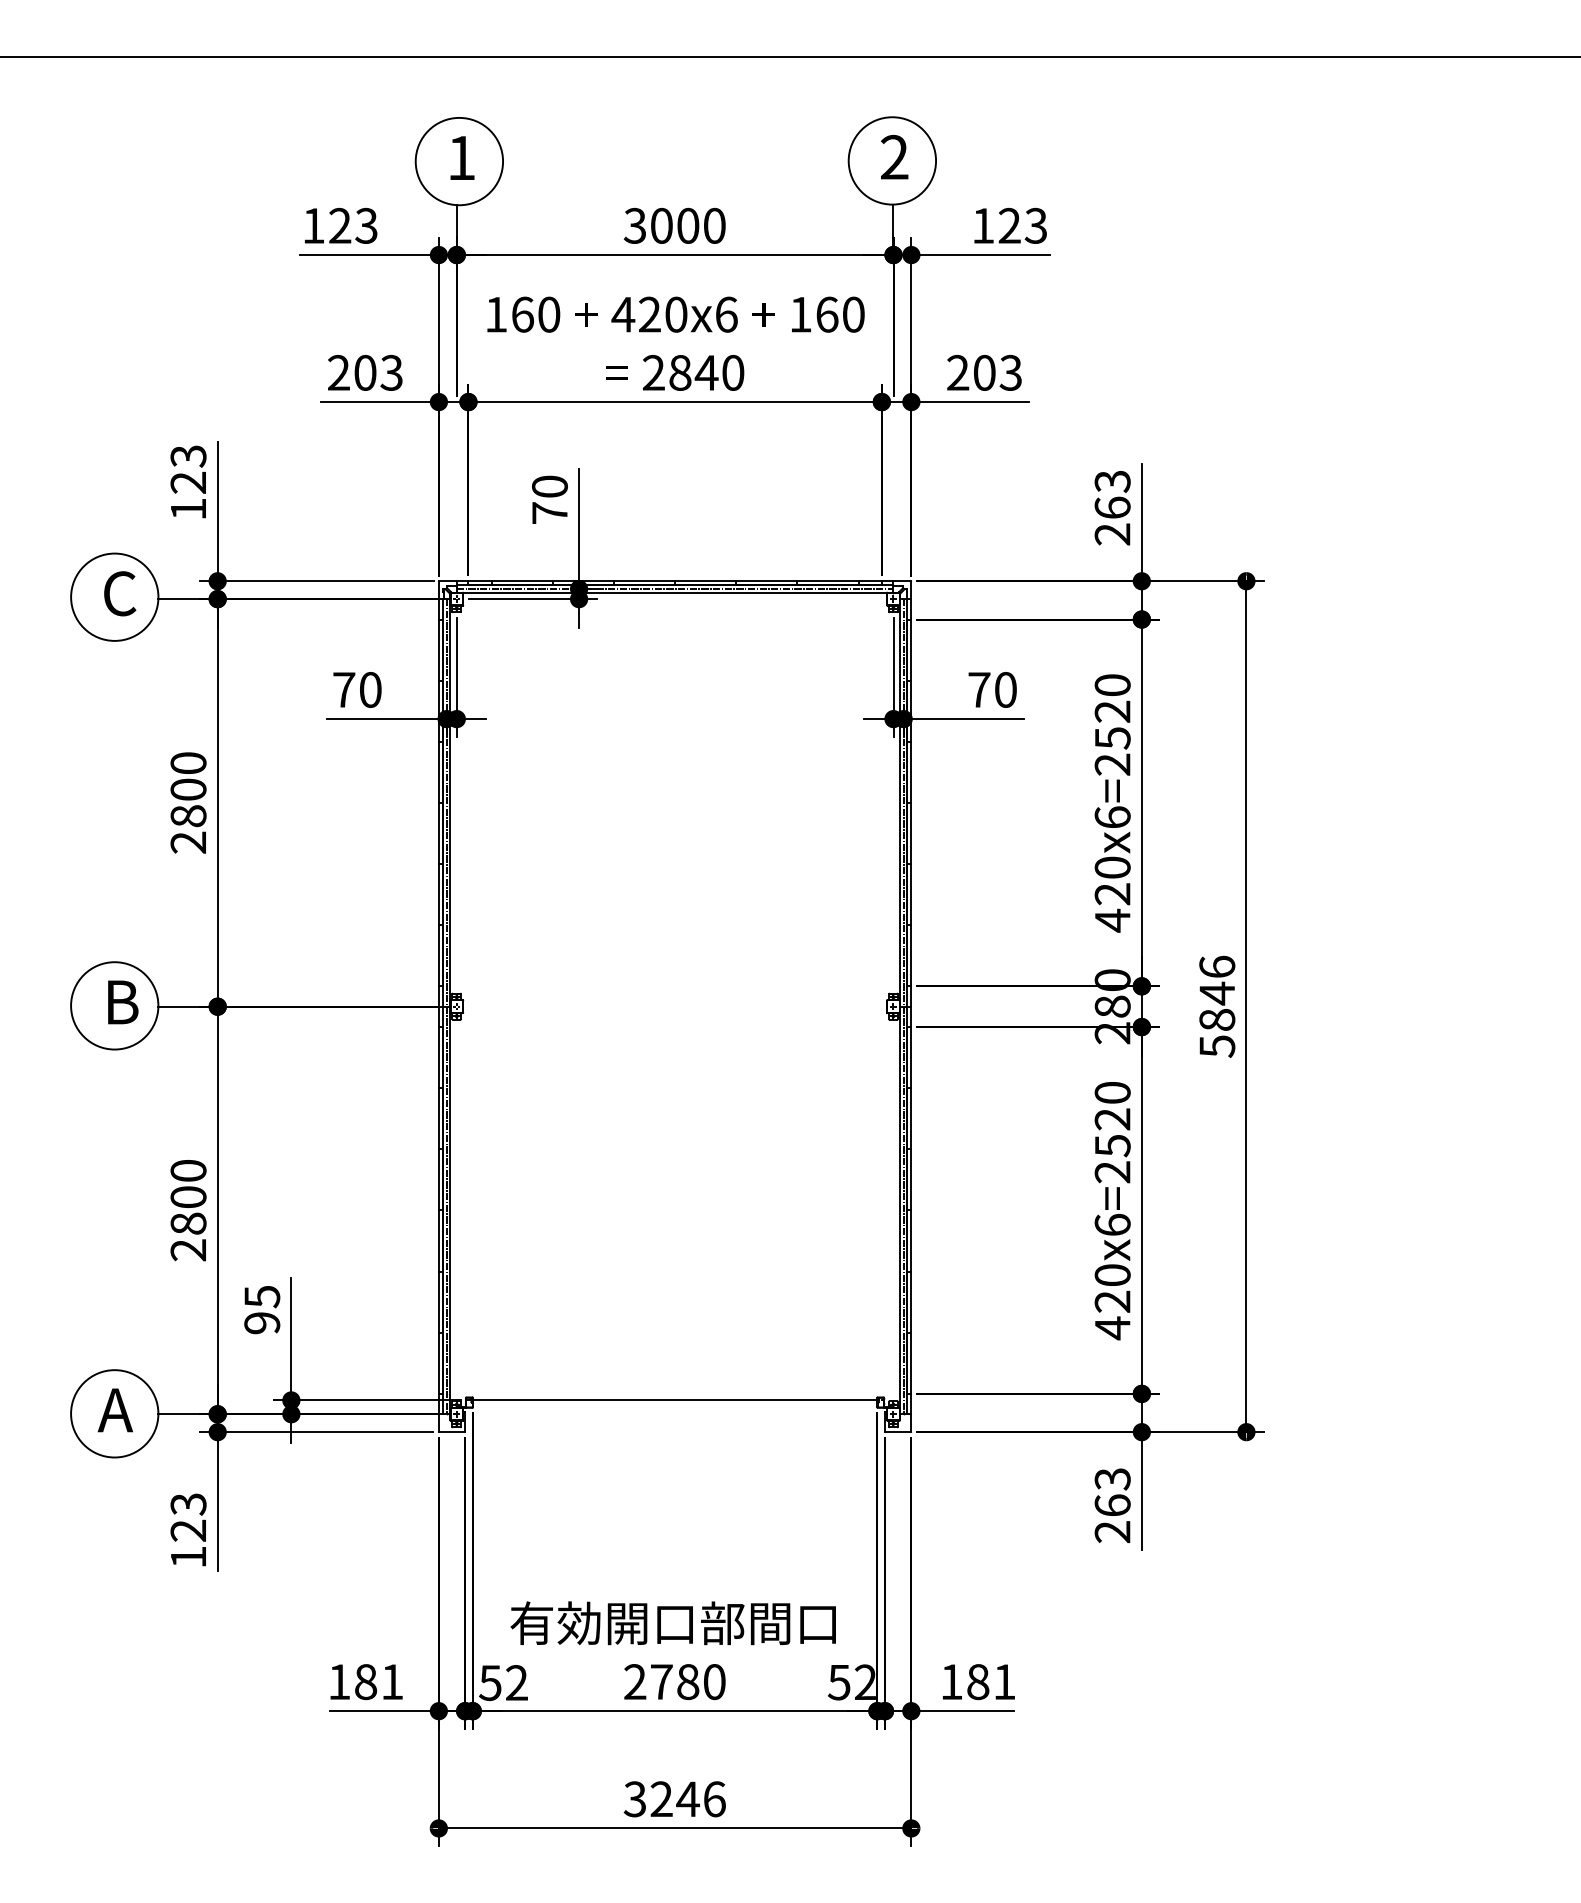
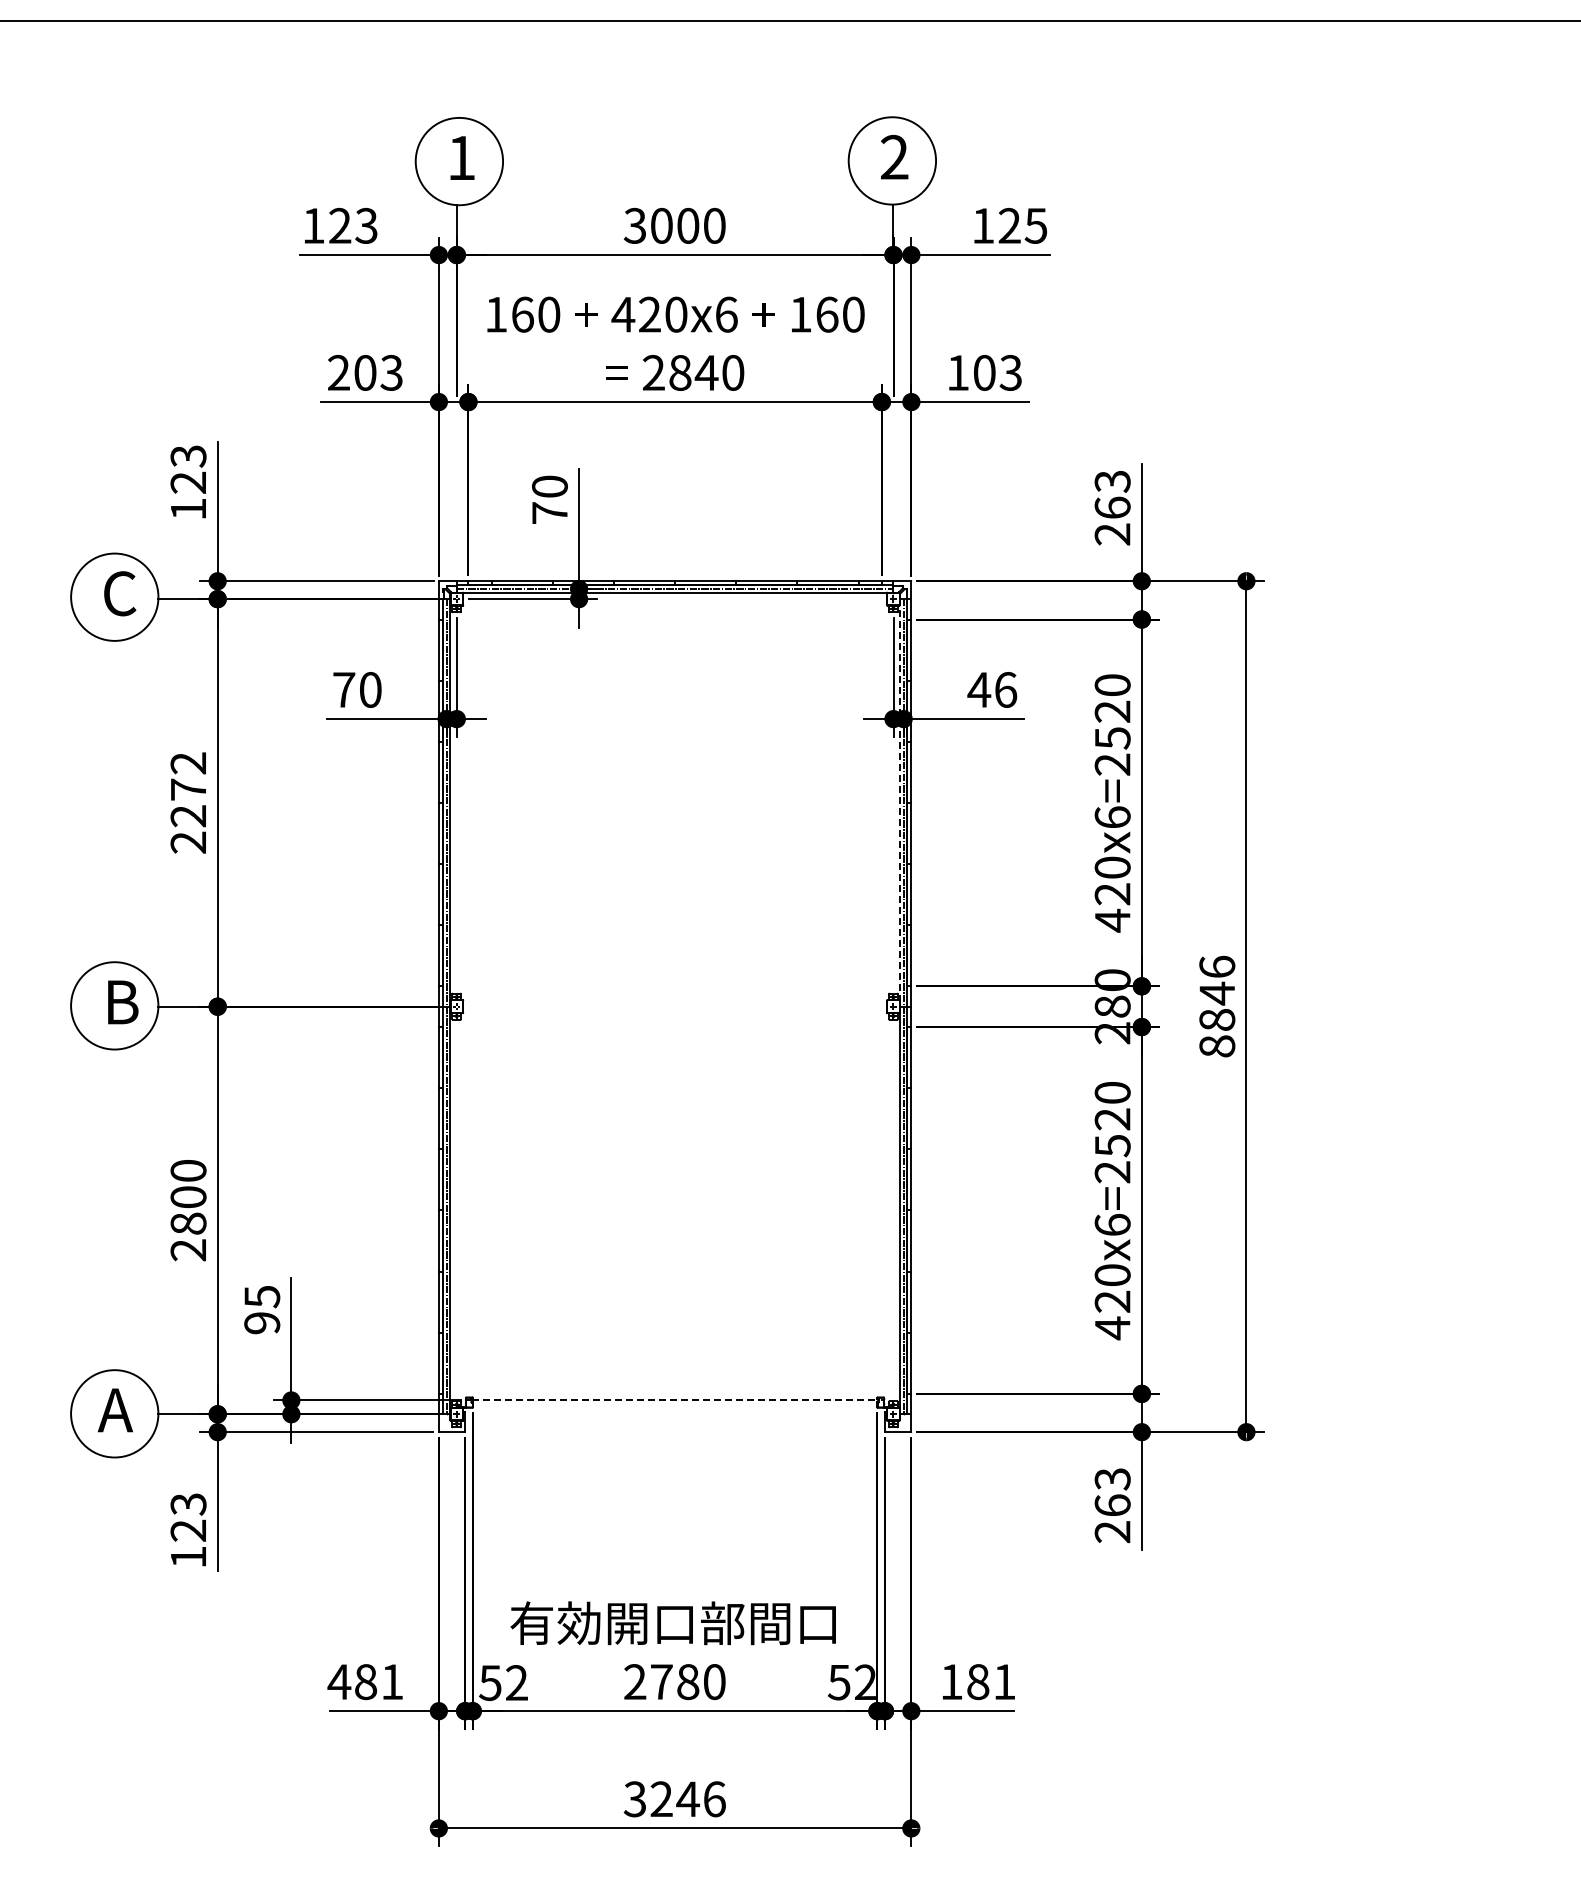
line at (789, 57) position: (789, 57) -> (789, 21)
text at (1035, 225): 123 -> 125
text at (958, 372): 203 -> 103
text at (992, 689): 70 -> 46
text at (188, 789): 2800 -> 2272
line at (899, 802): solid -> dashed
text at (1217, 1046): 5846 -> 8846
line at (675, 1400): solid -> dashed
text at (339, 1681): 181 -> 481
